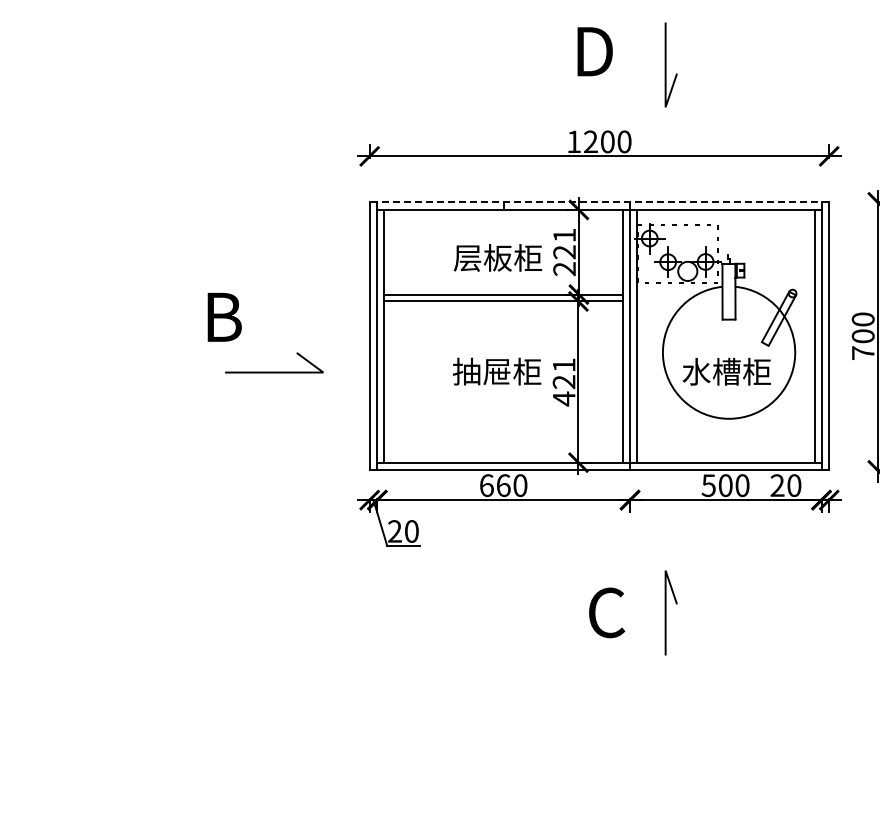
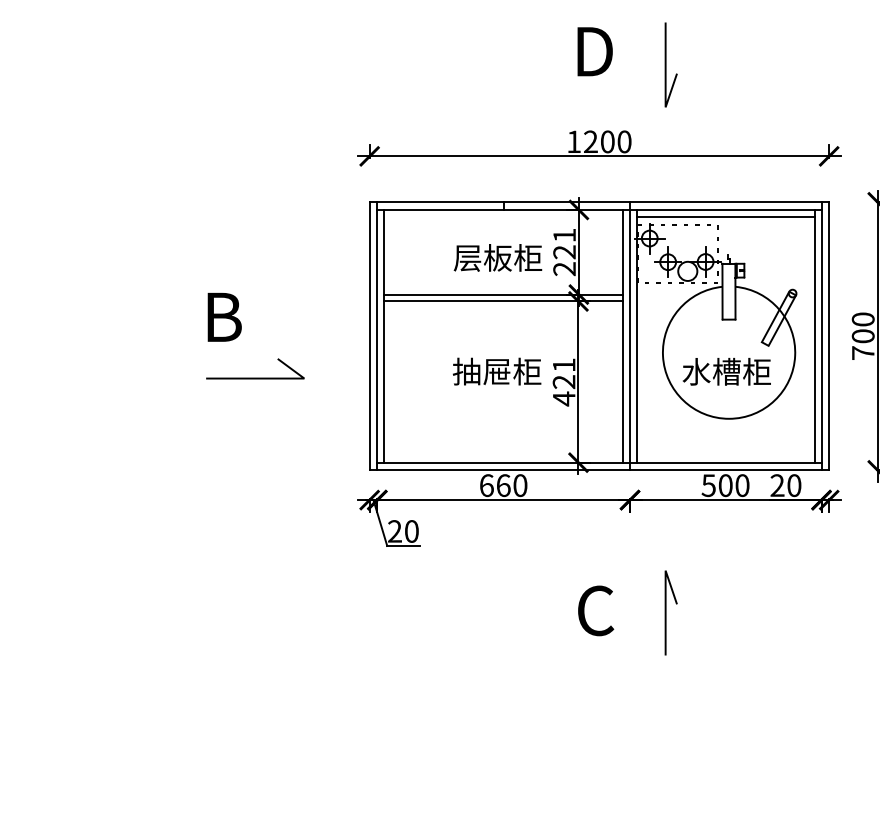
line at (599, 202): dashed -> solid
line at (725, 216): none -> present
line at (274, 371) position: (274, 371) -> (255, 377)
text at (607, 612) position: (607, 612) -> (596, 610)
